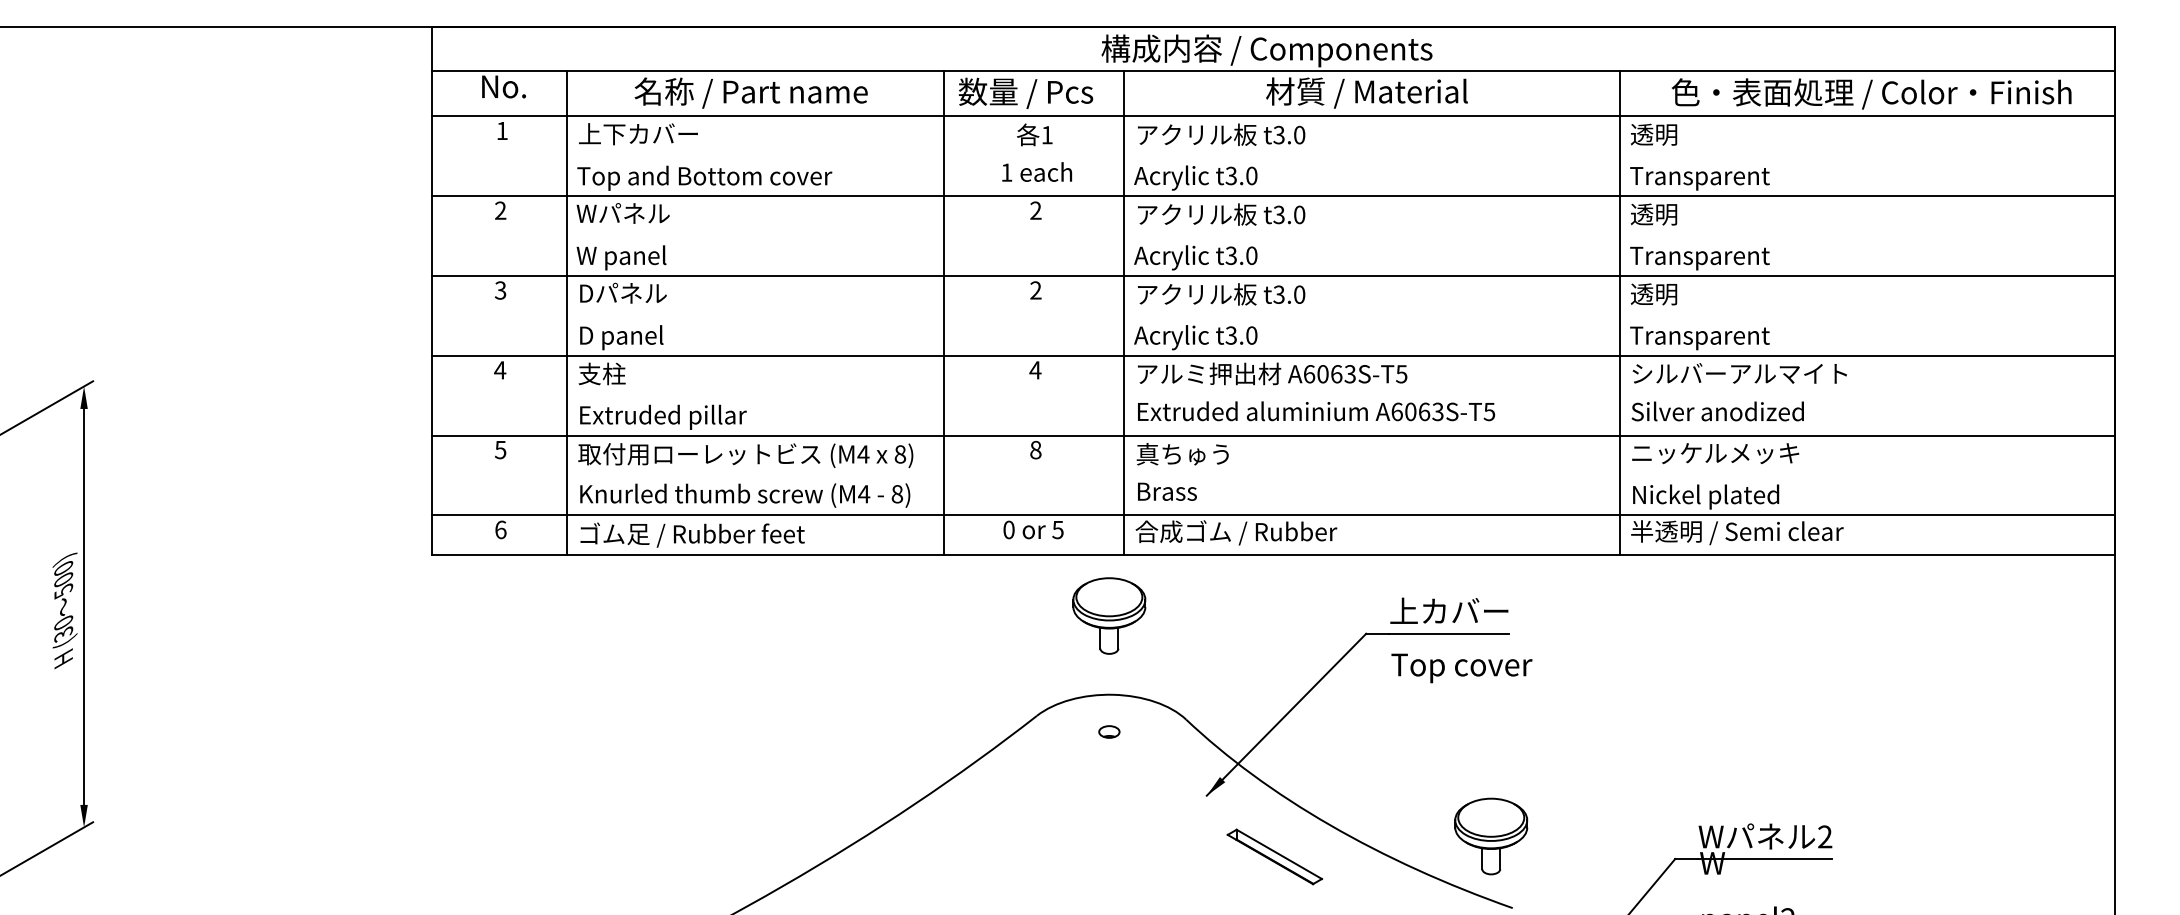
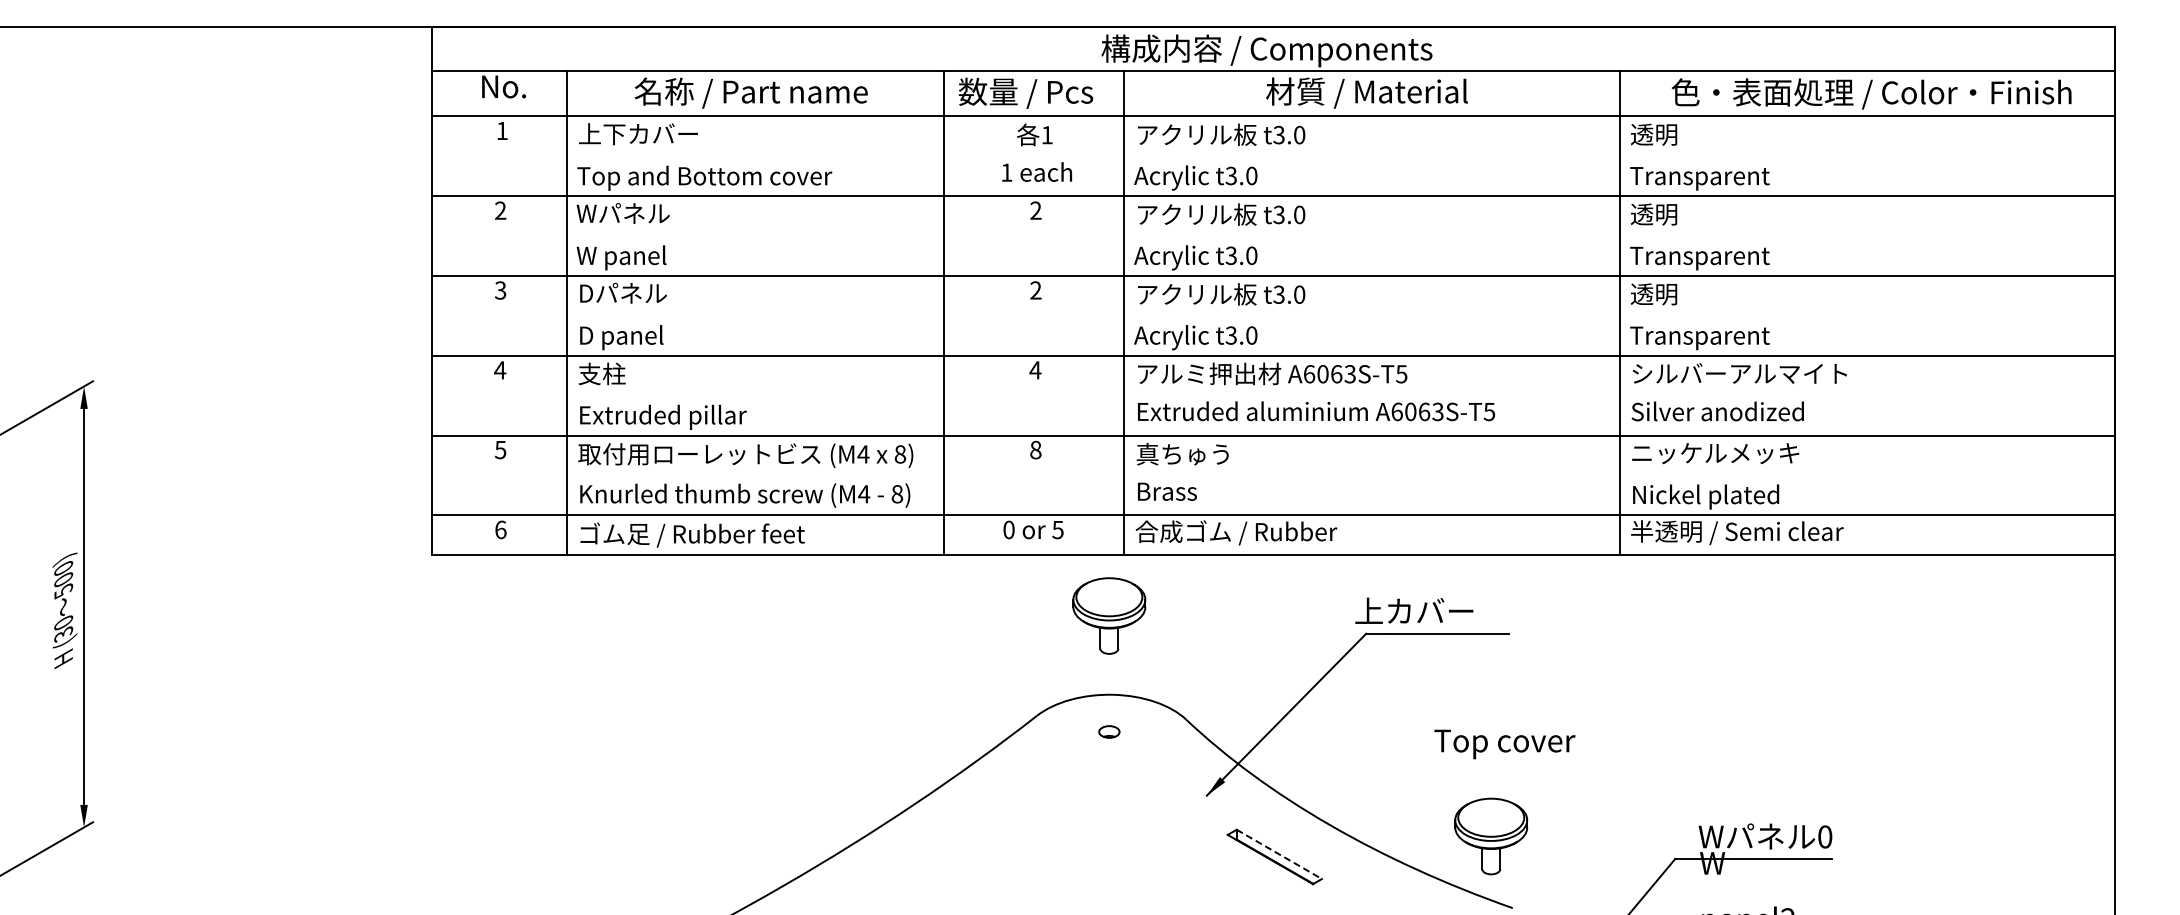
text at (1449, 610) position: (1449, 610) -> (1414, 610)
text at (1461, 668) position: (1461, 668) -> (1504, 744)
text at (1825, 836): 2 -> 0
line at (1279, 854): solid -> dashed
